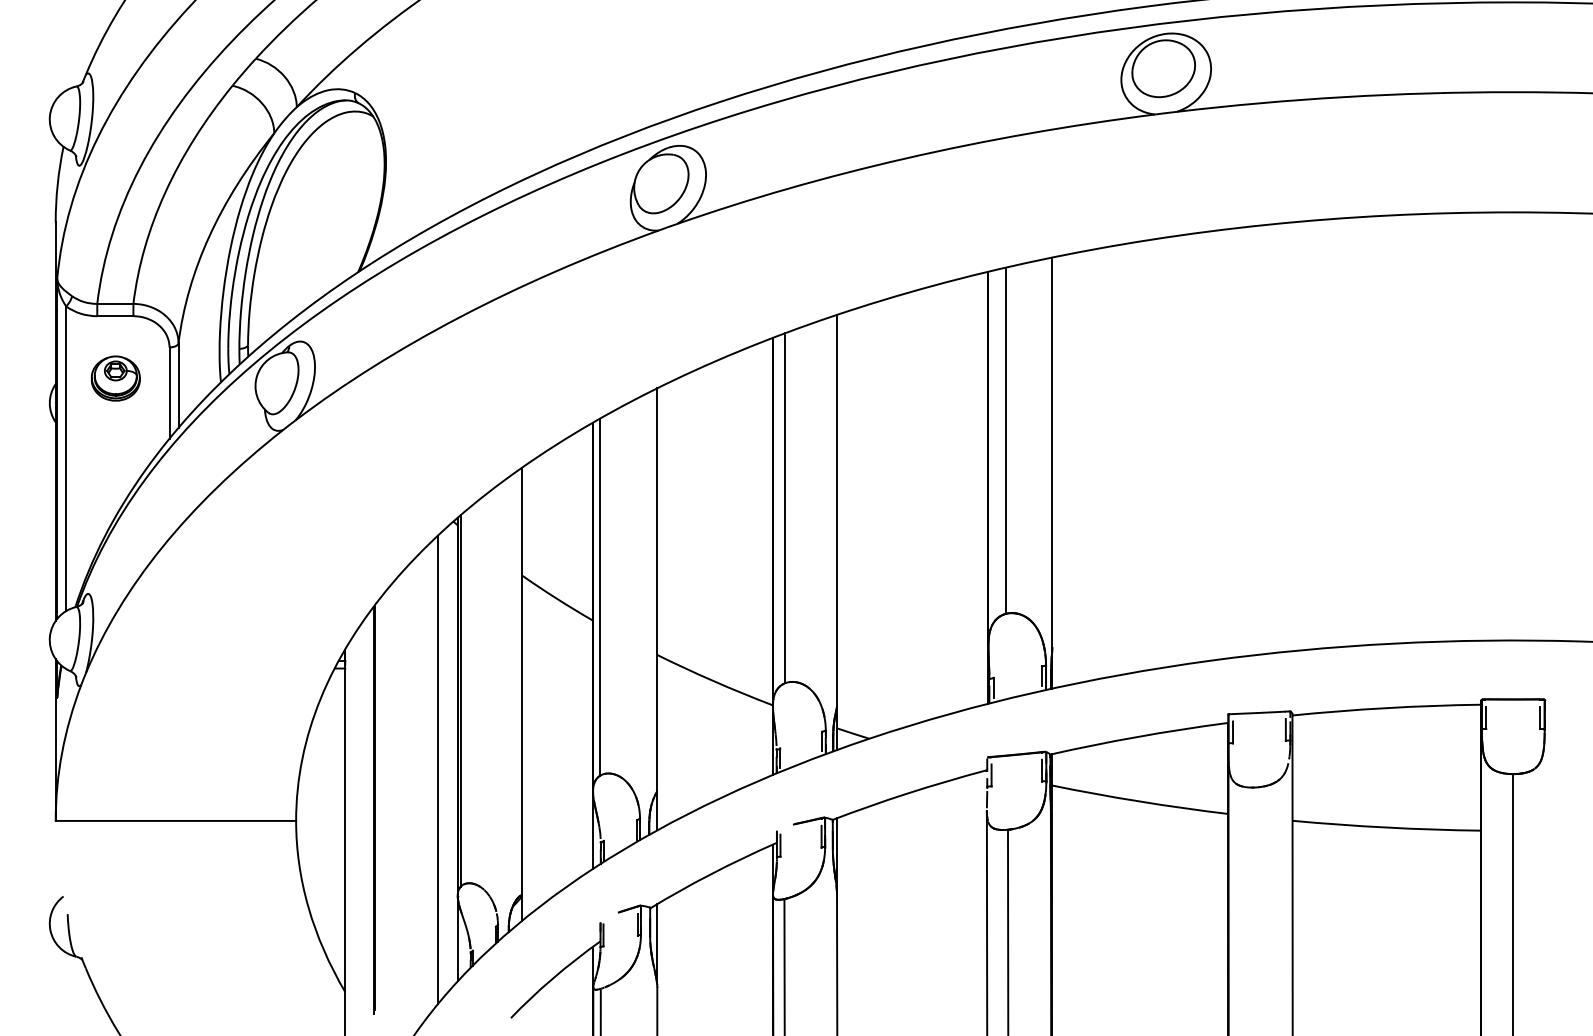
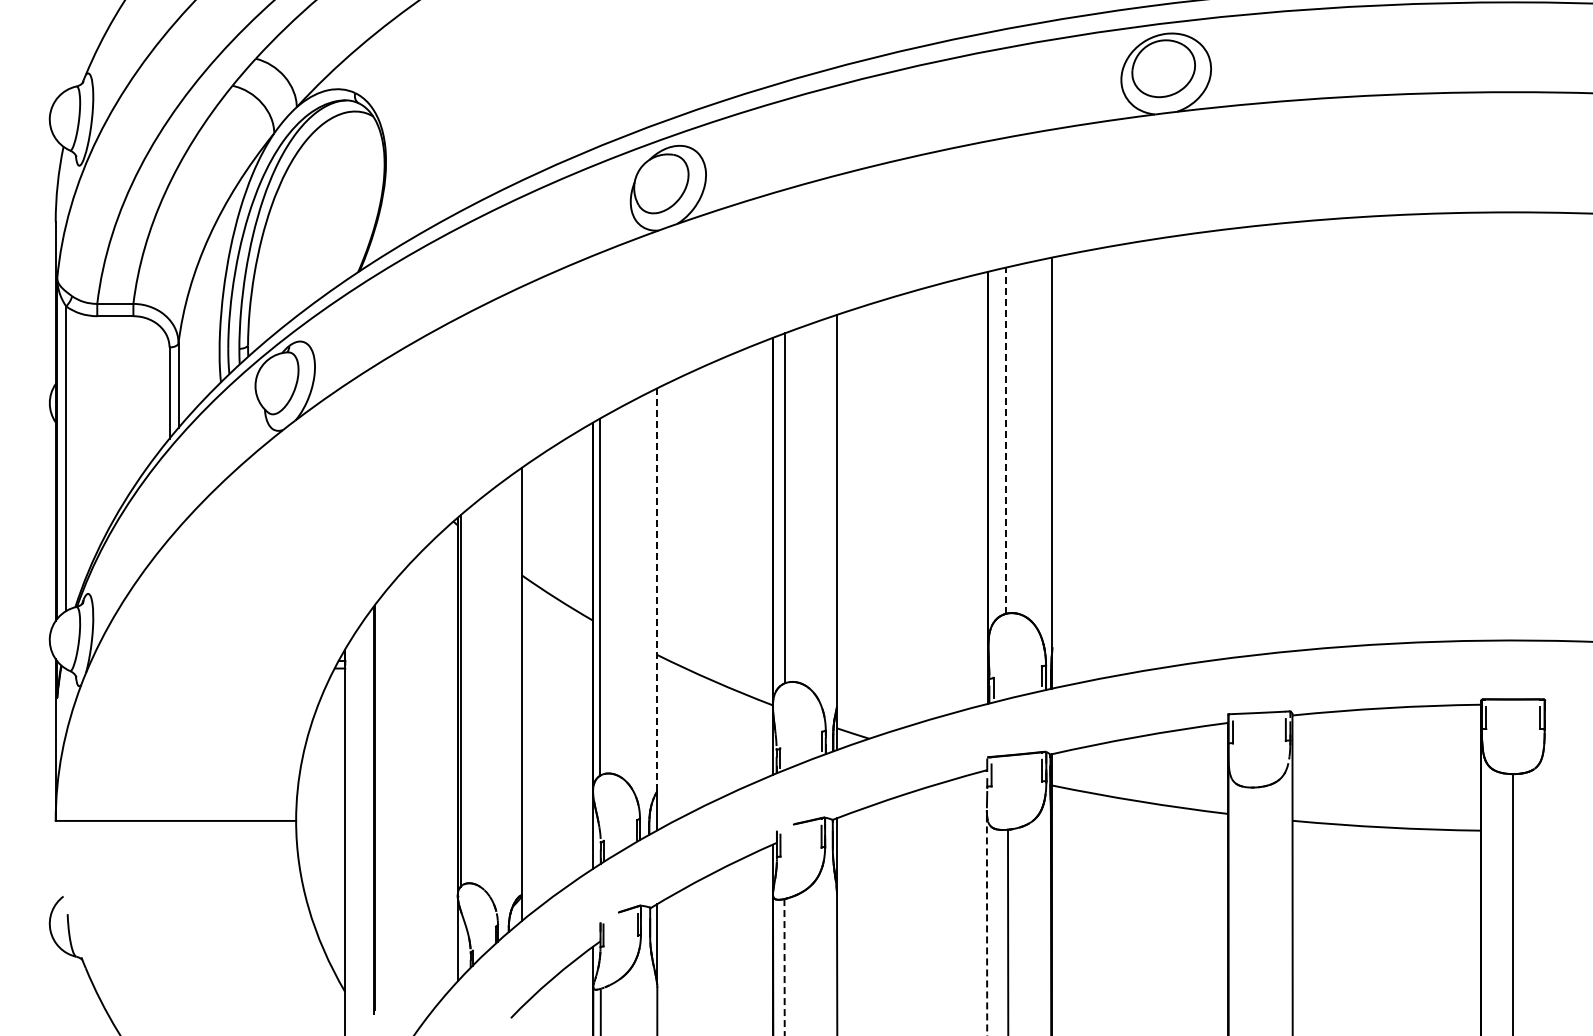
part at (115, 378): present -> none
line at (1006, 440): solid -> dashed
line at (657, 590): solid -> dashed
line at (437, 770): present -> none
line at (987, 923): solid -> dashed
line at (784, 968): solid -> dashed
